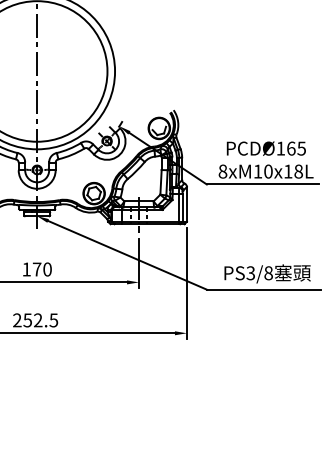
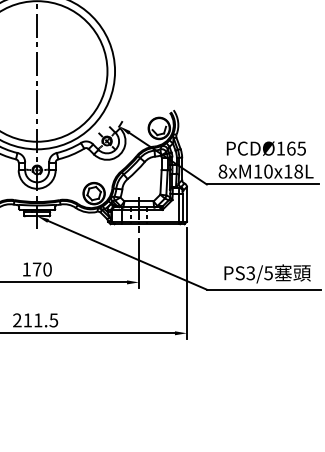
text at (268, 273): PS3/8 -> PS3/5
text at (32, 320): 252.5 -> 211.5
